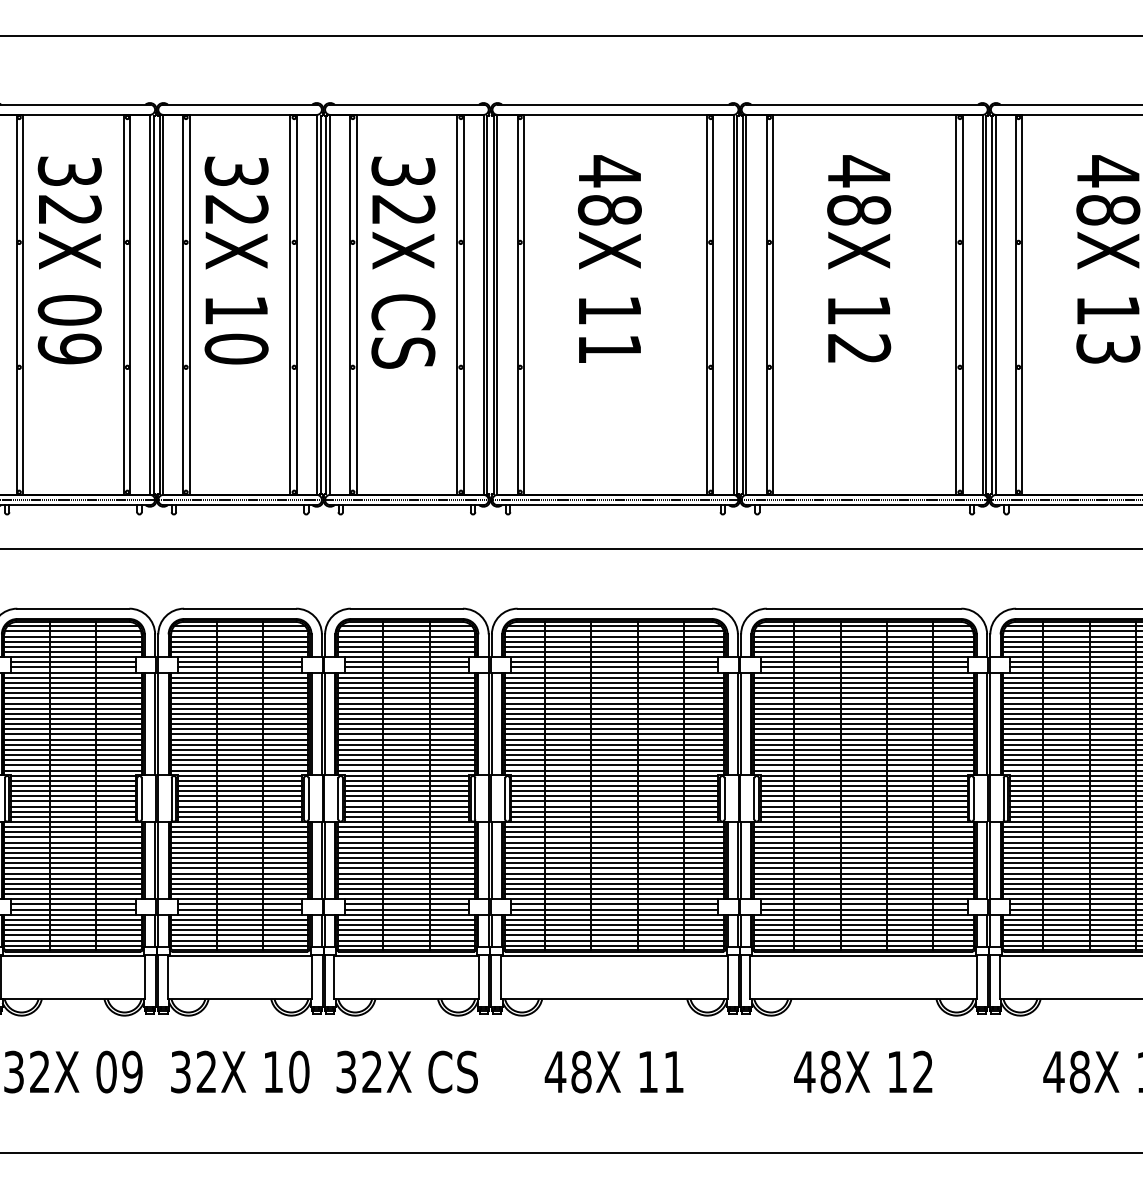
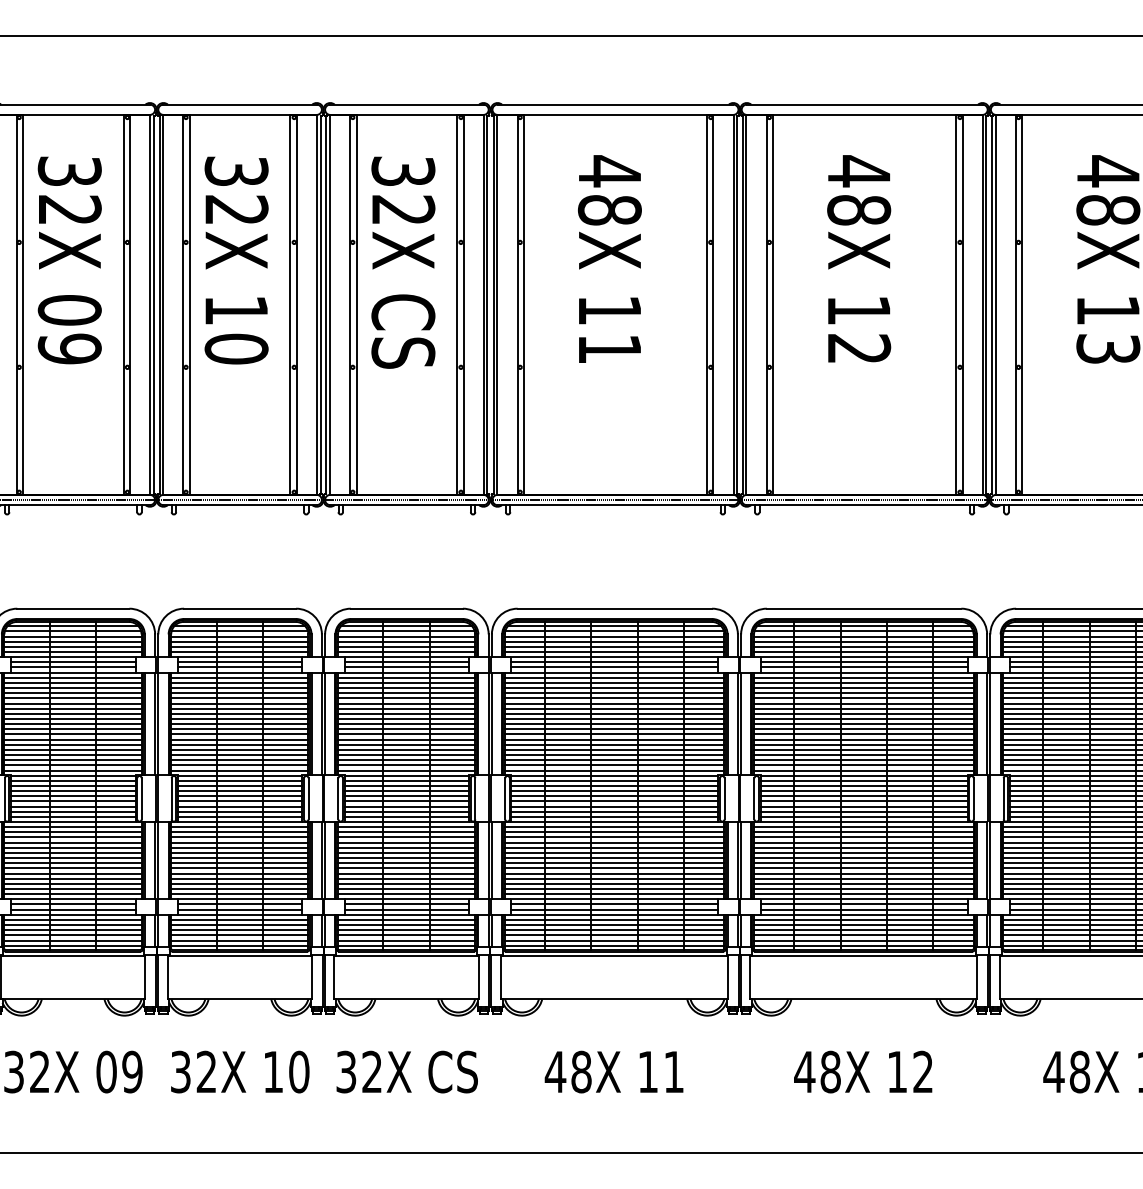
line at (570, 548): present -> none
